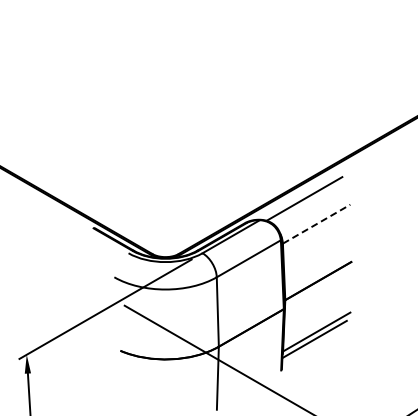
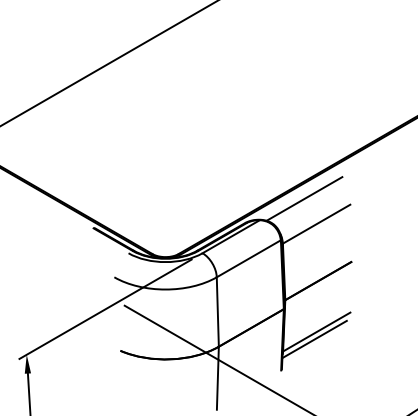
line at (108, 63): none -> present
line at (316, 224): dashed -> solid
